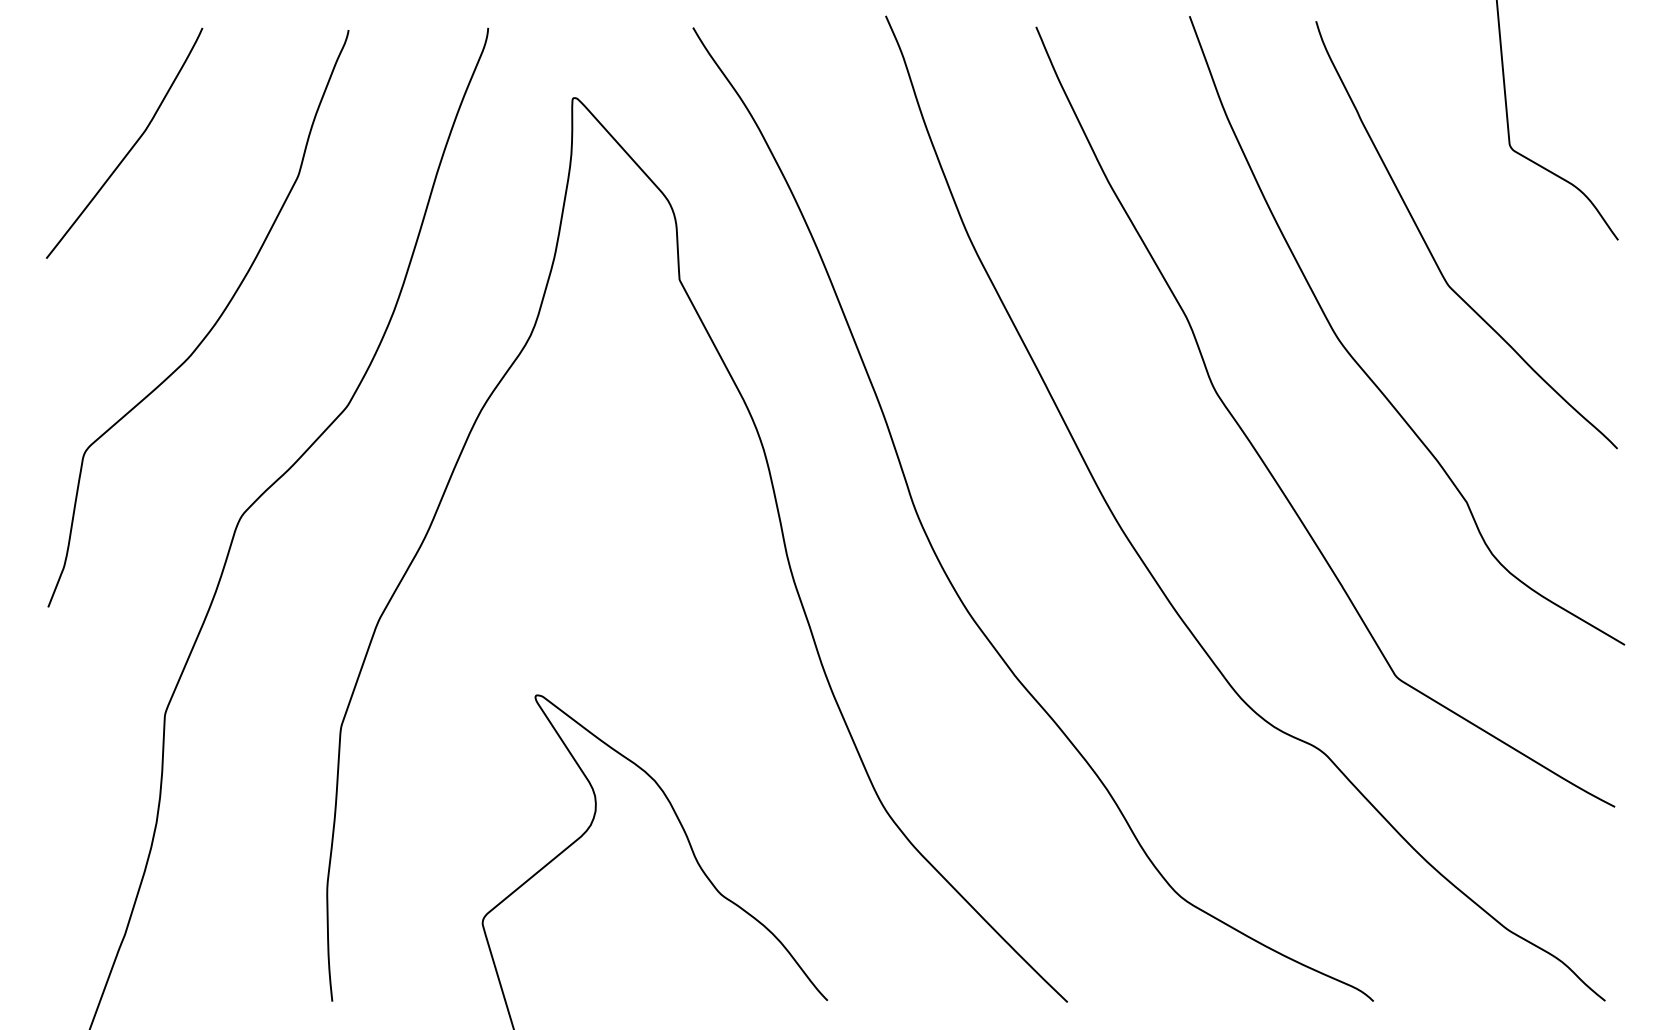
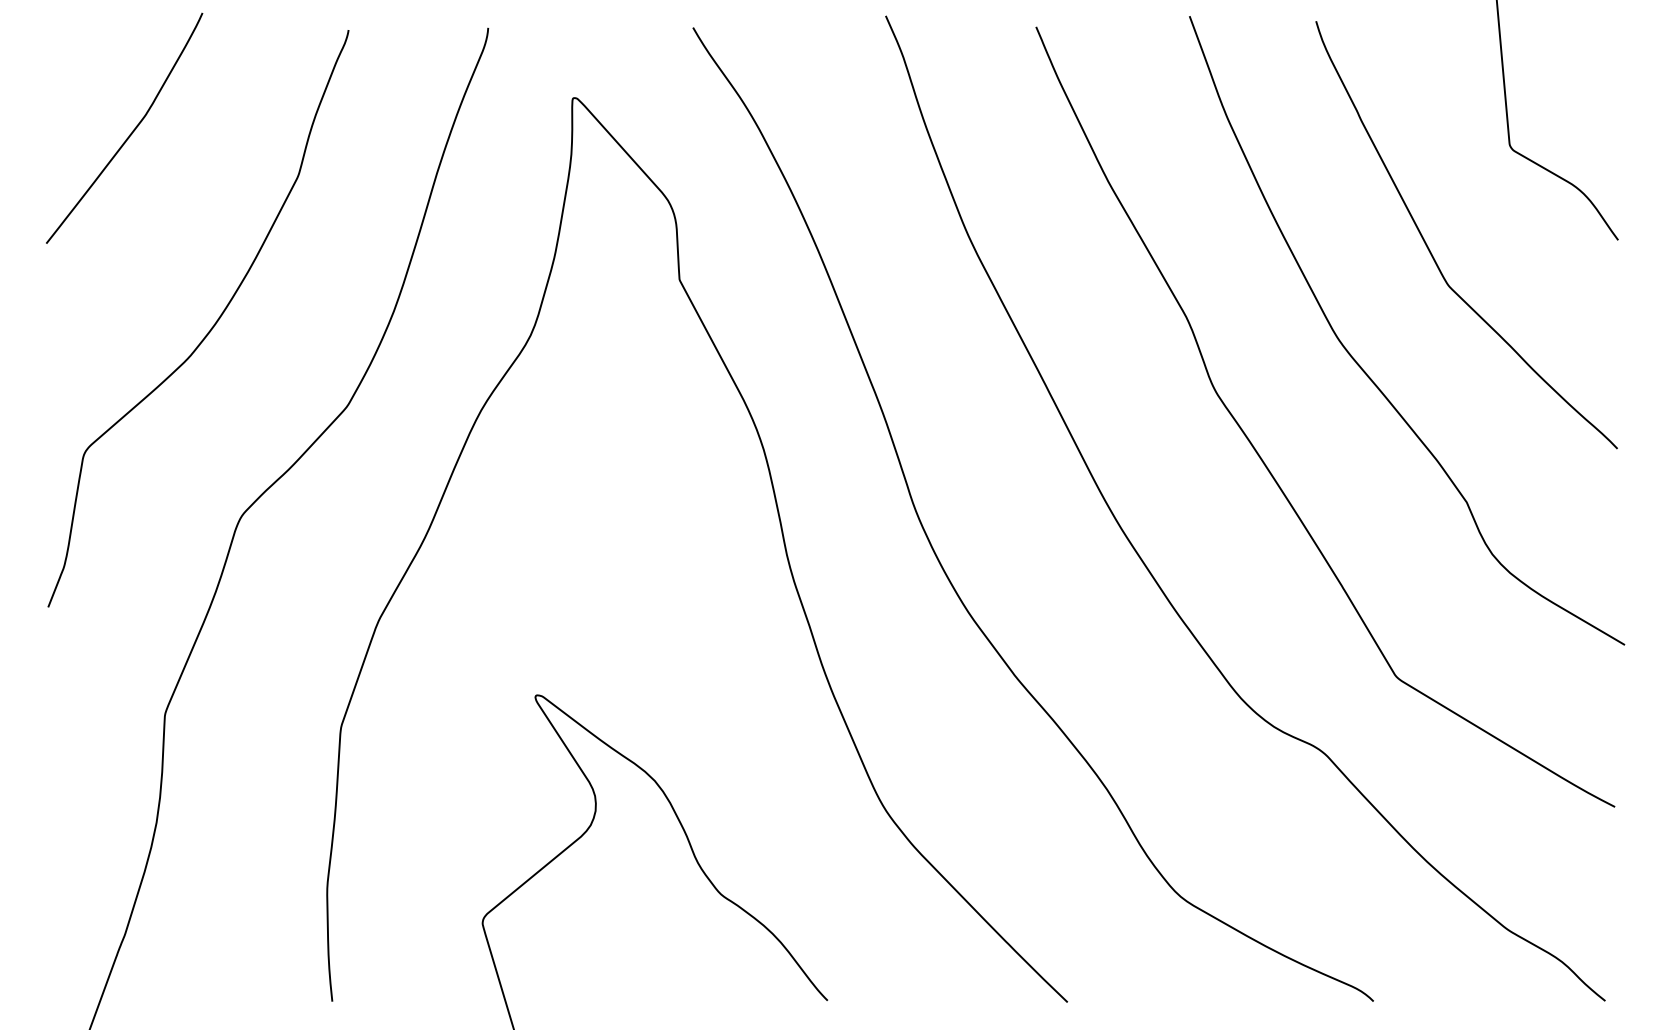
curve at (130, 148) position: (130, 148) -> (130, 133)
